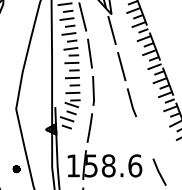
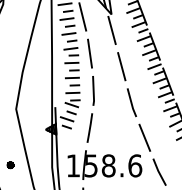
line at (144, 137): none -> present
part at (16, 169) position: (16, 169) -> (10, 165)
